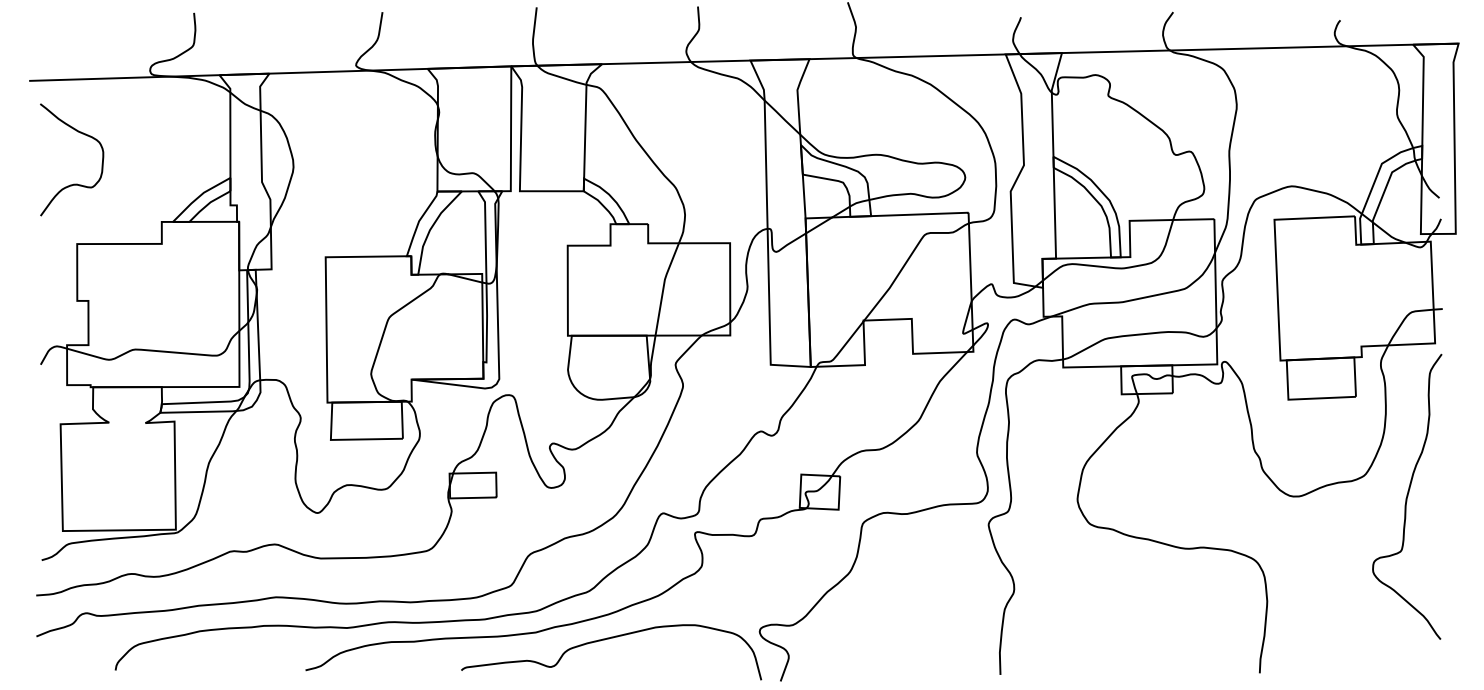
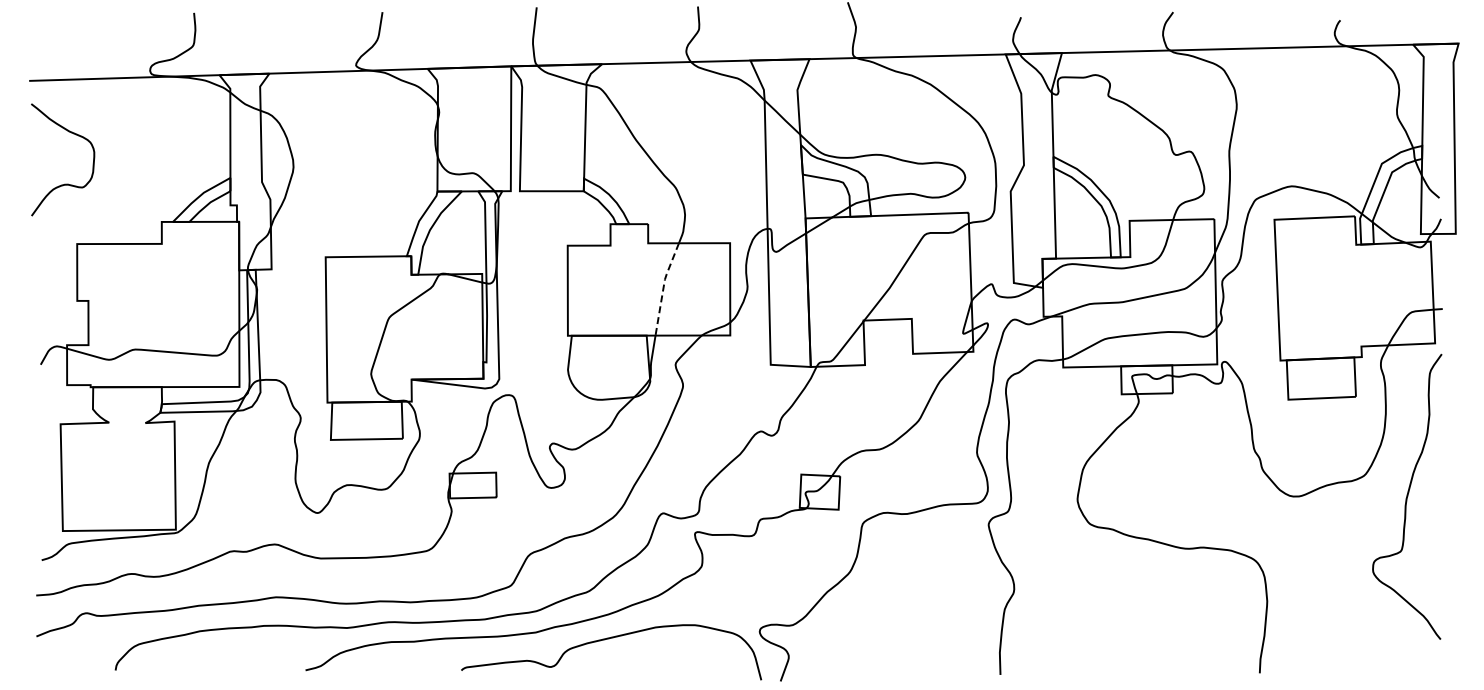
curve at (73, 183) position: (73, 183) -> (64, 183)
line at (663, 287): solid -> dashed
